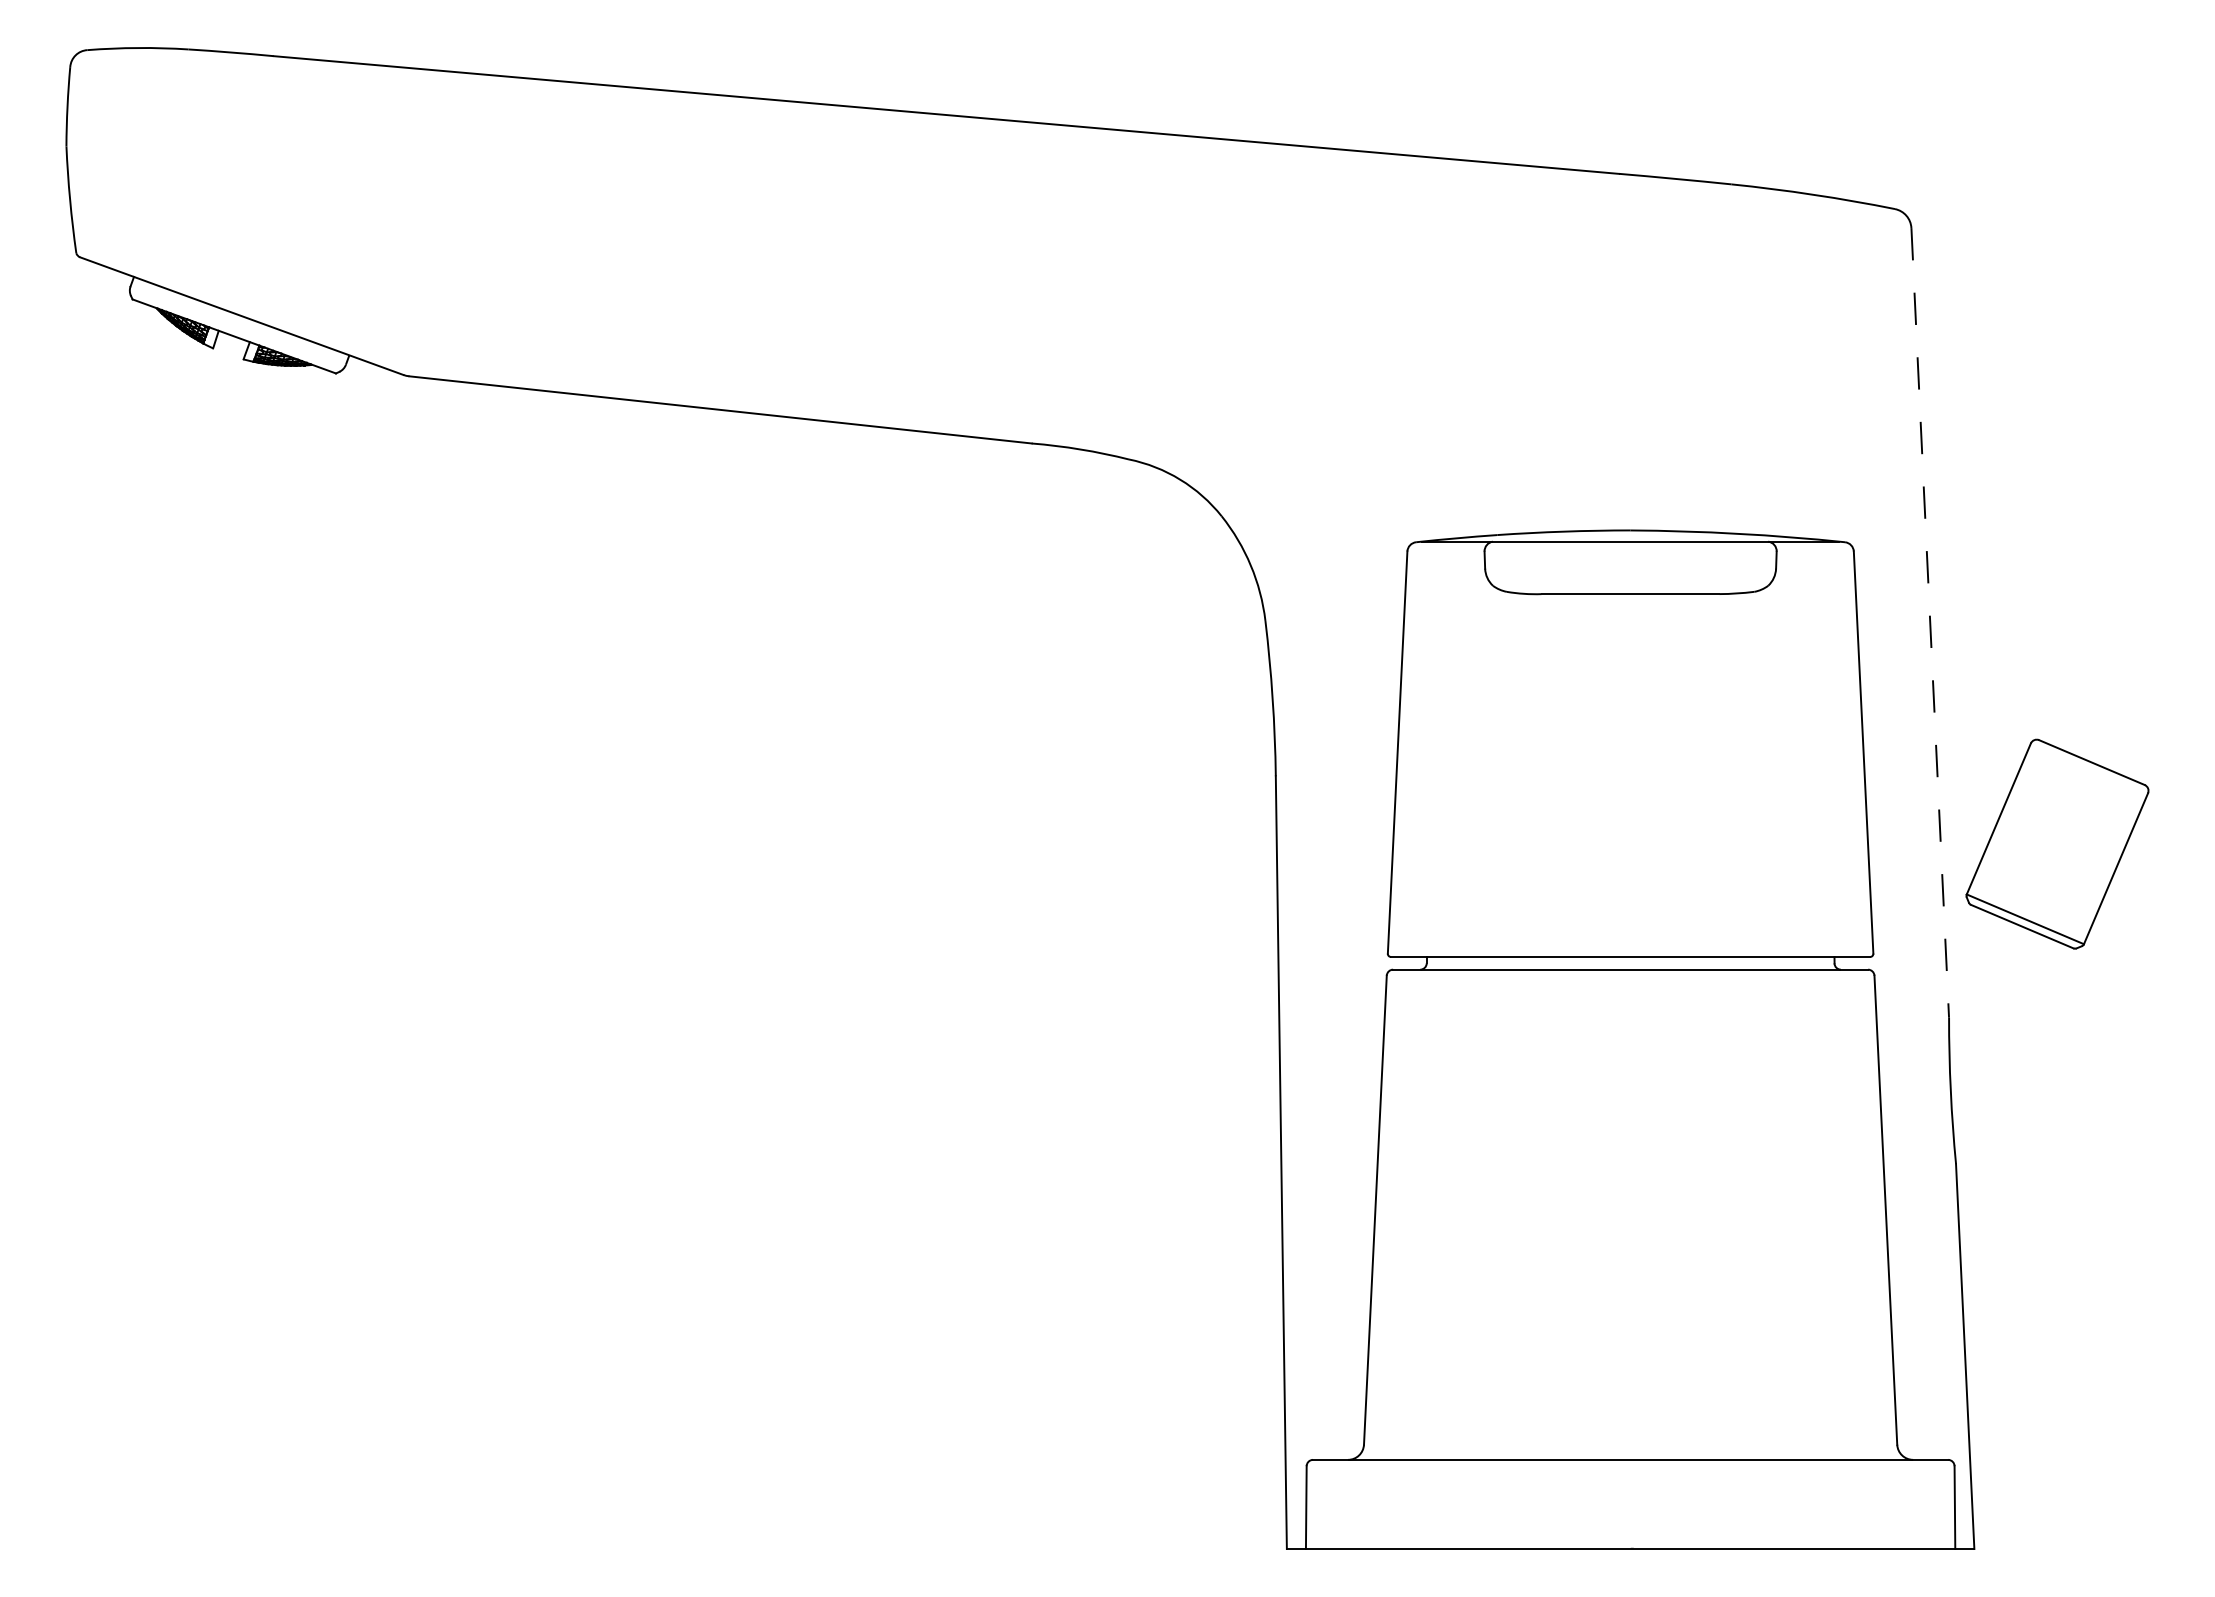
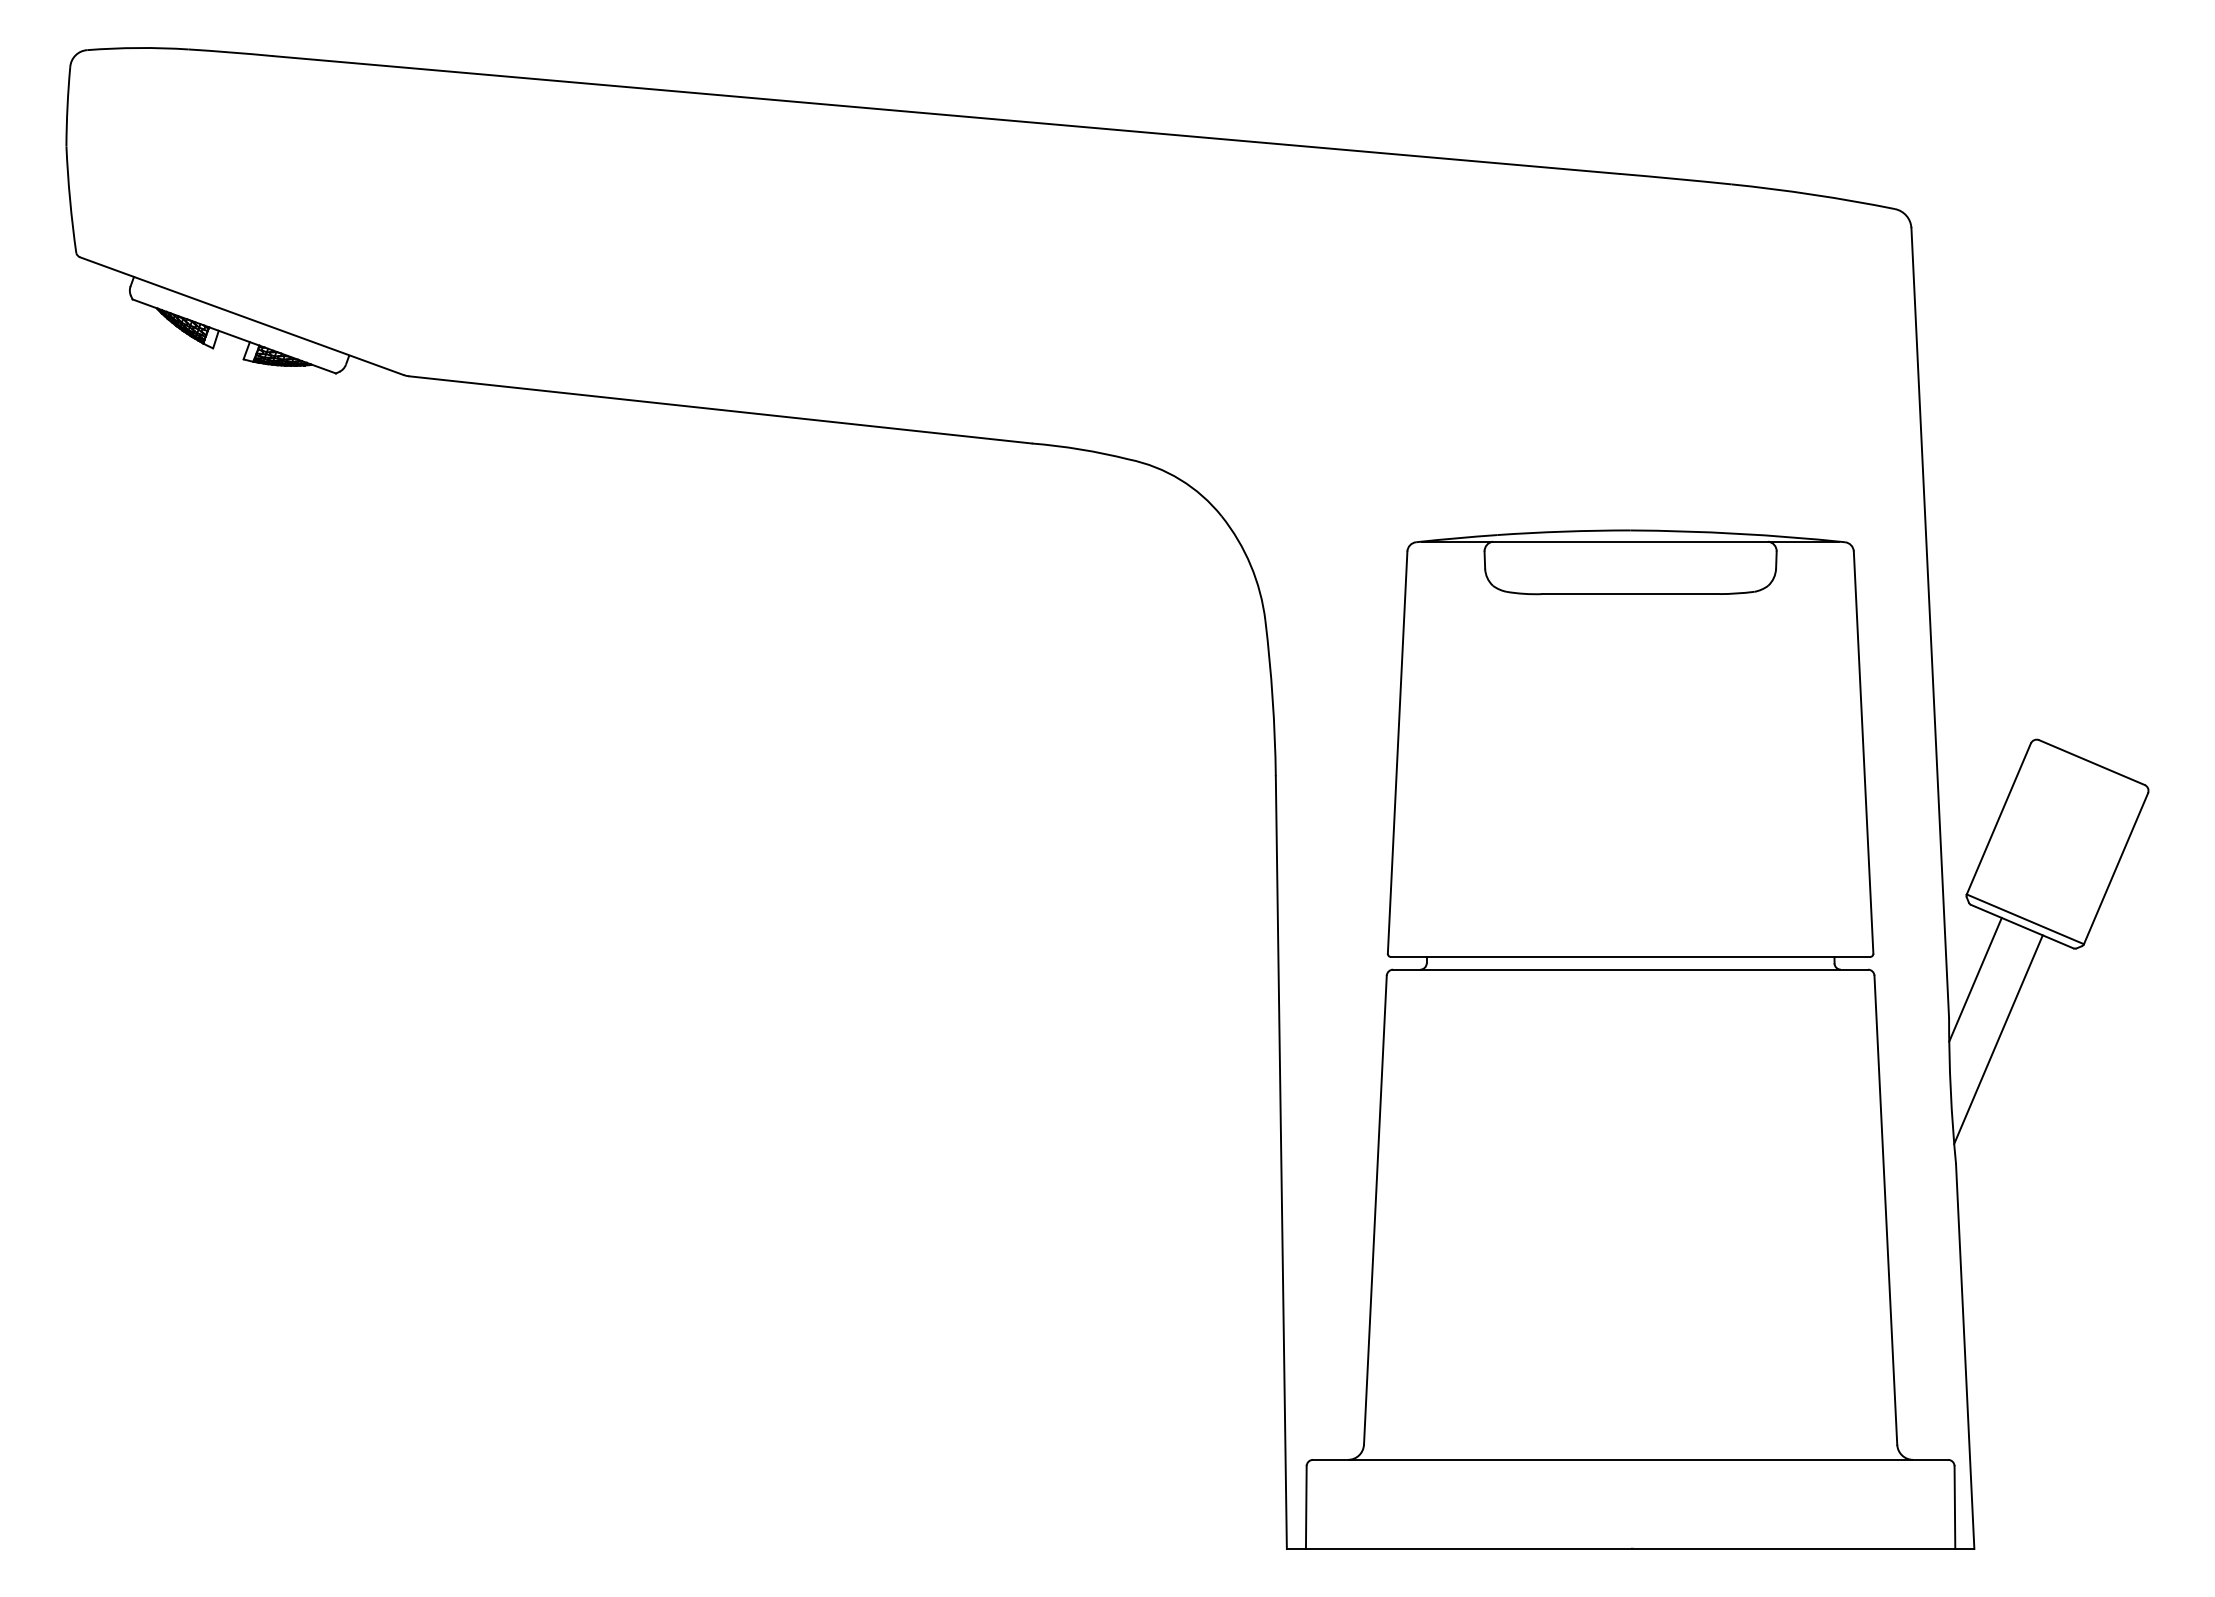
line at (1930, 623): dashed -> solid
line at (1975, 979): none -> present
line at (1998, 1039): none -> present
